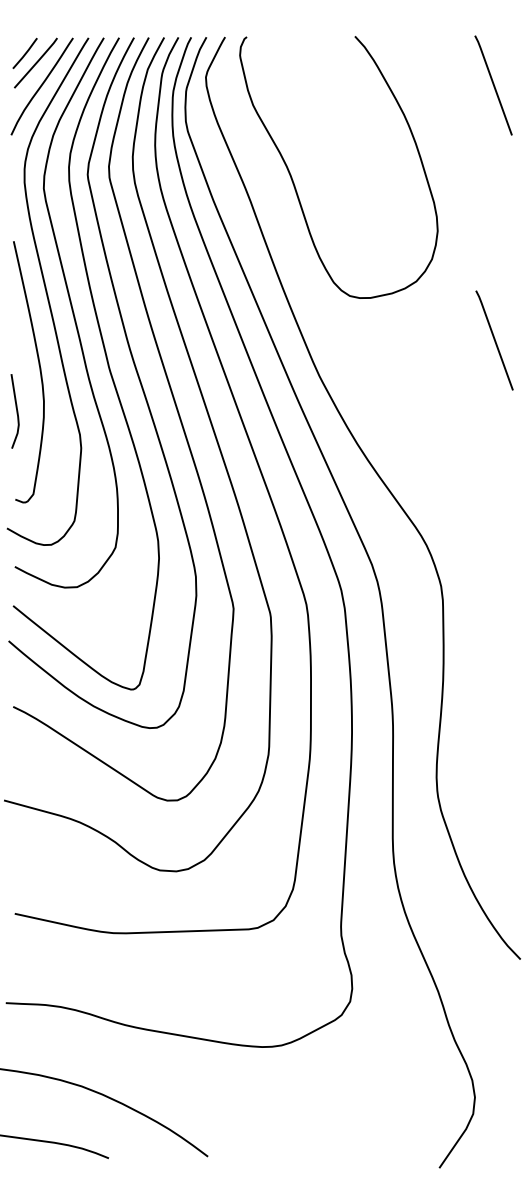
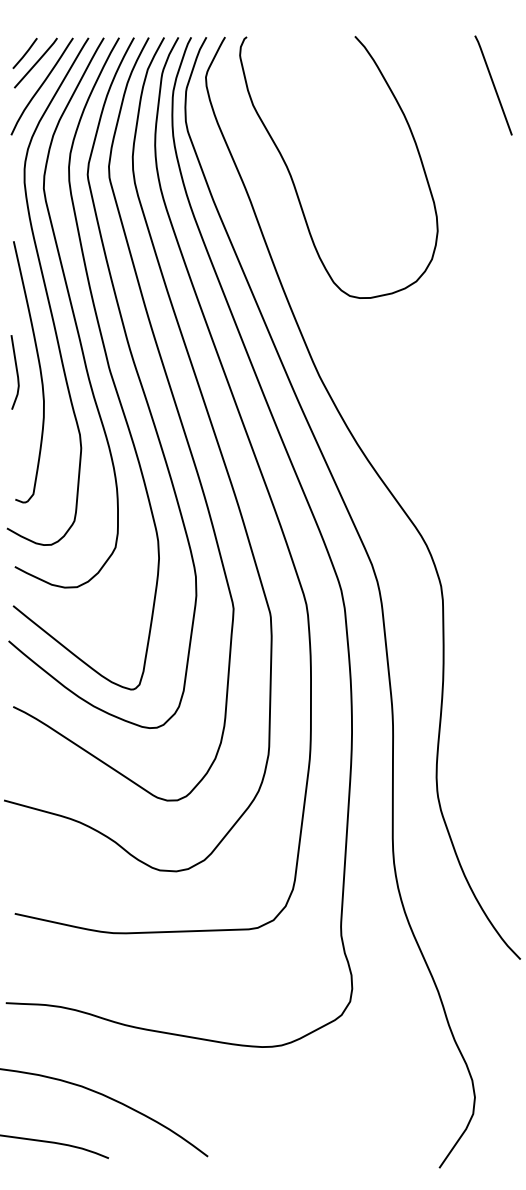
line at (494, 340): present -> none
line at (16, 411) position: (16, 411) -> (16, 372)
